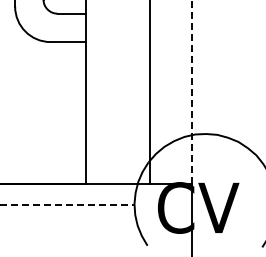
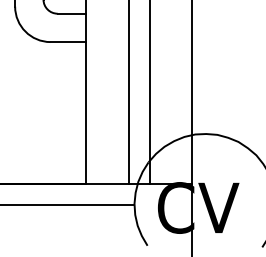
line at (192, 91): dashed -> solid
line at (128, 92): none -> present
line at (67, 204): dashed -> solid
